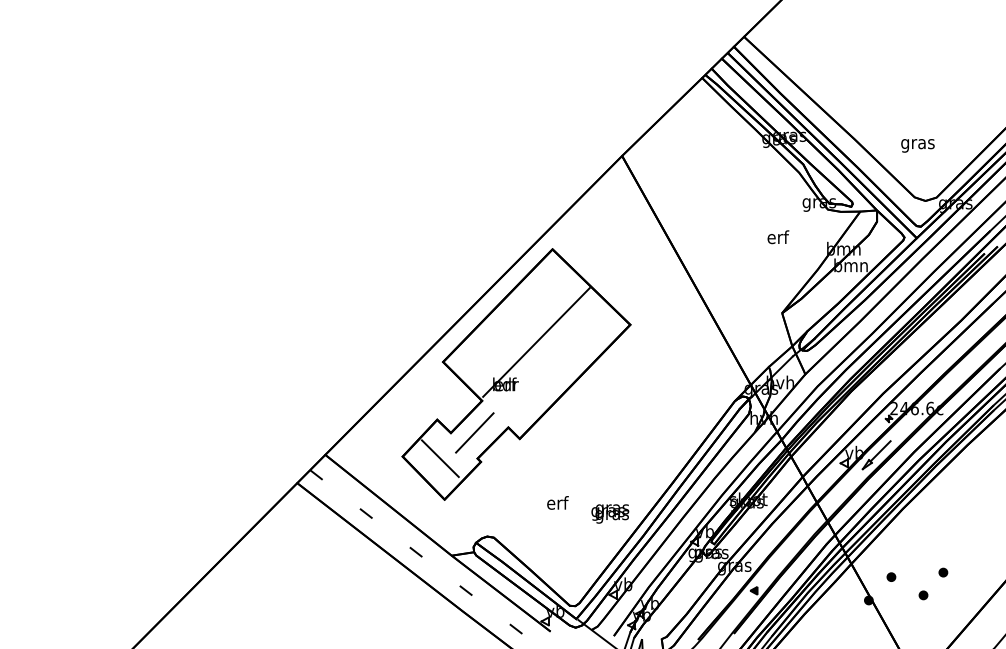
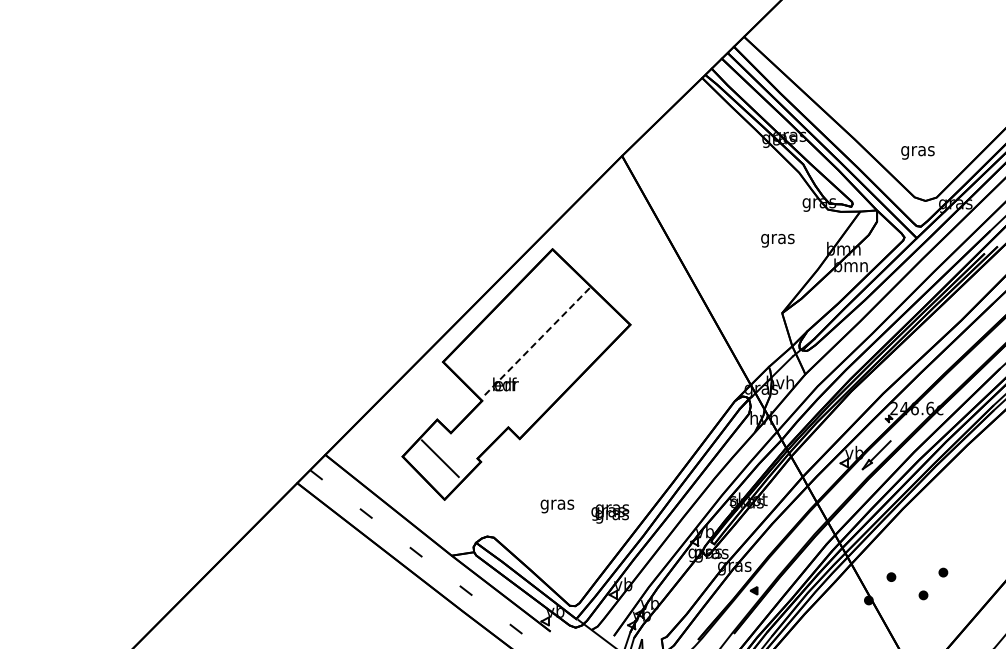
text at (917, 145) position: (917, 145) -> (917, 152)
text at (777, 238): erf -> gras
line at (536, 342): solid -> dashed
line at (474, 432): present -> none
text at (557, 504): erf -> gras
